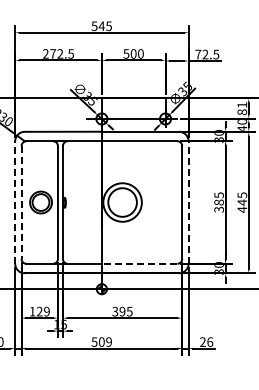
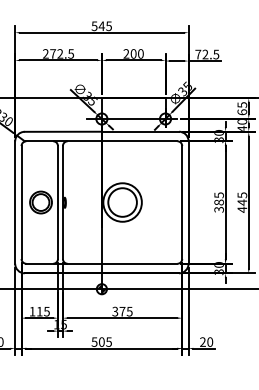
text at (126, 53): 500 -> 200
text at (242, 108): 81 -> 65
line at (15, 202): dashed -> solid
line at (188, 202): dashed -> solid
line at (21, 203): dashed -> solid
line at (139, 263): dashed -> solid
text at (42, 311): 129 -> 115
text at (122, 311): 395 -> 375
text at (108, 341): 509 -> 505
text at (210, 341): 26 -> 20
